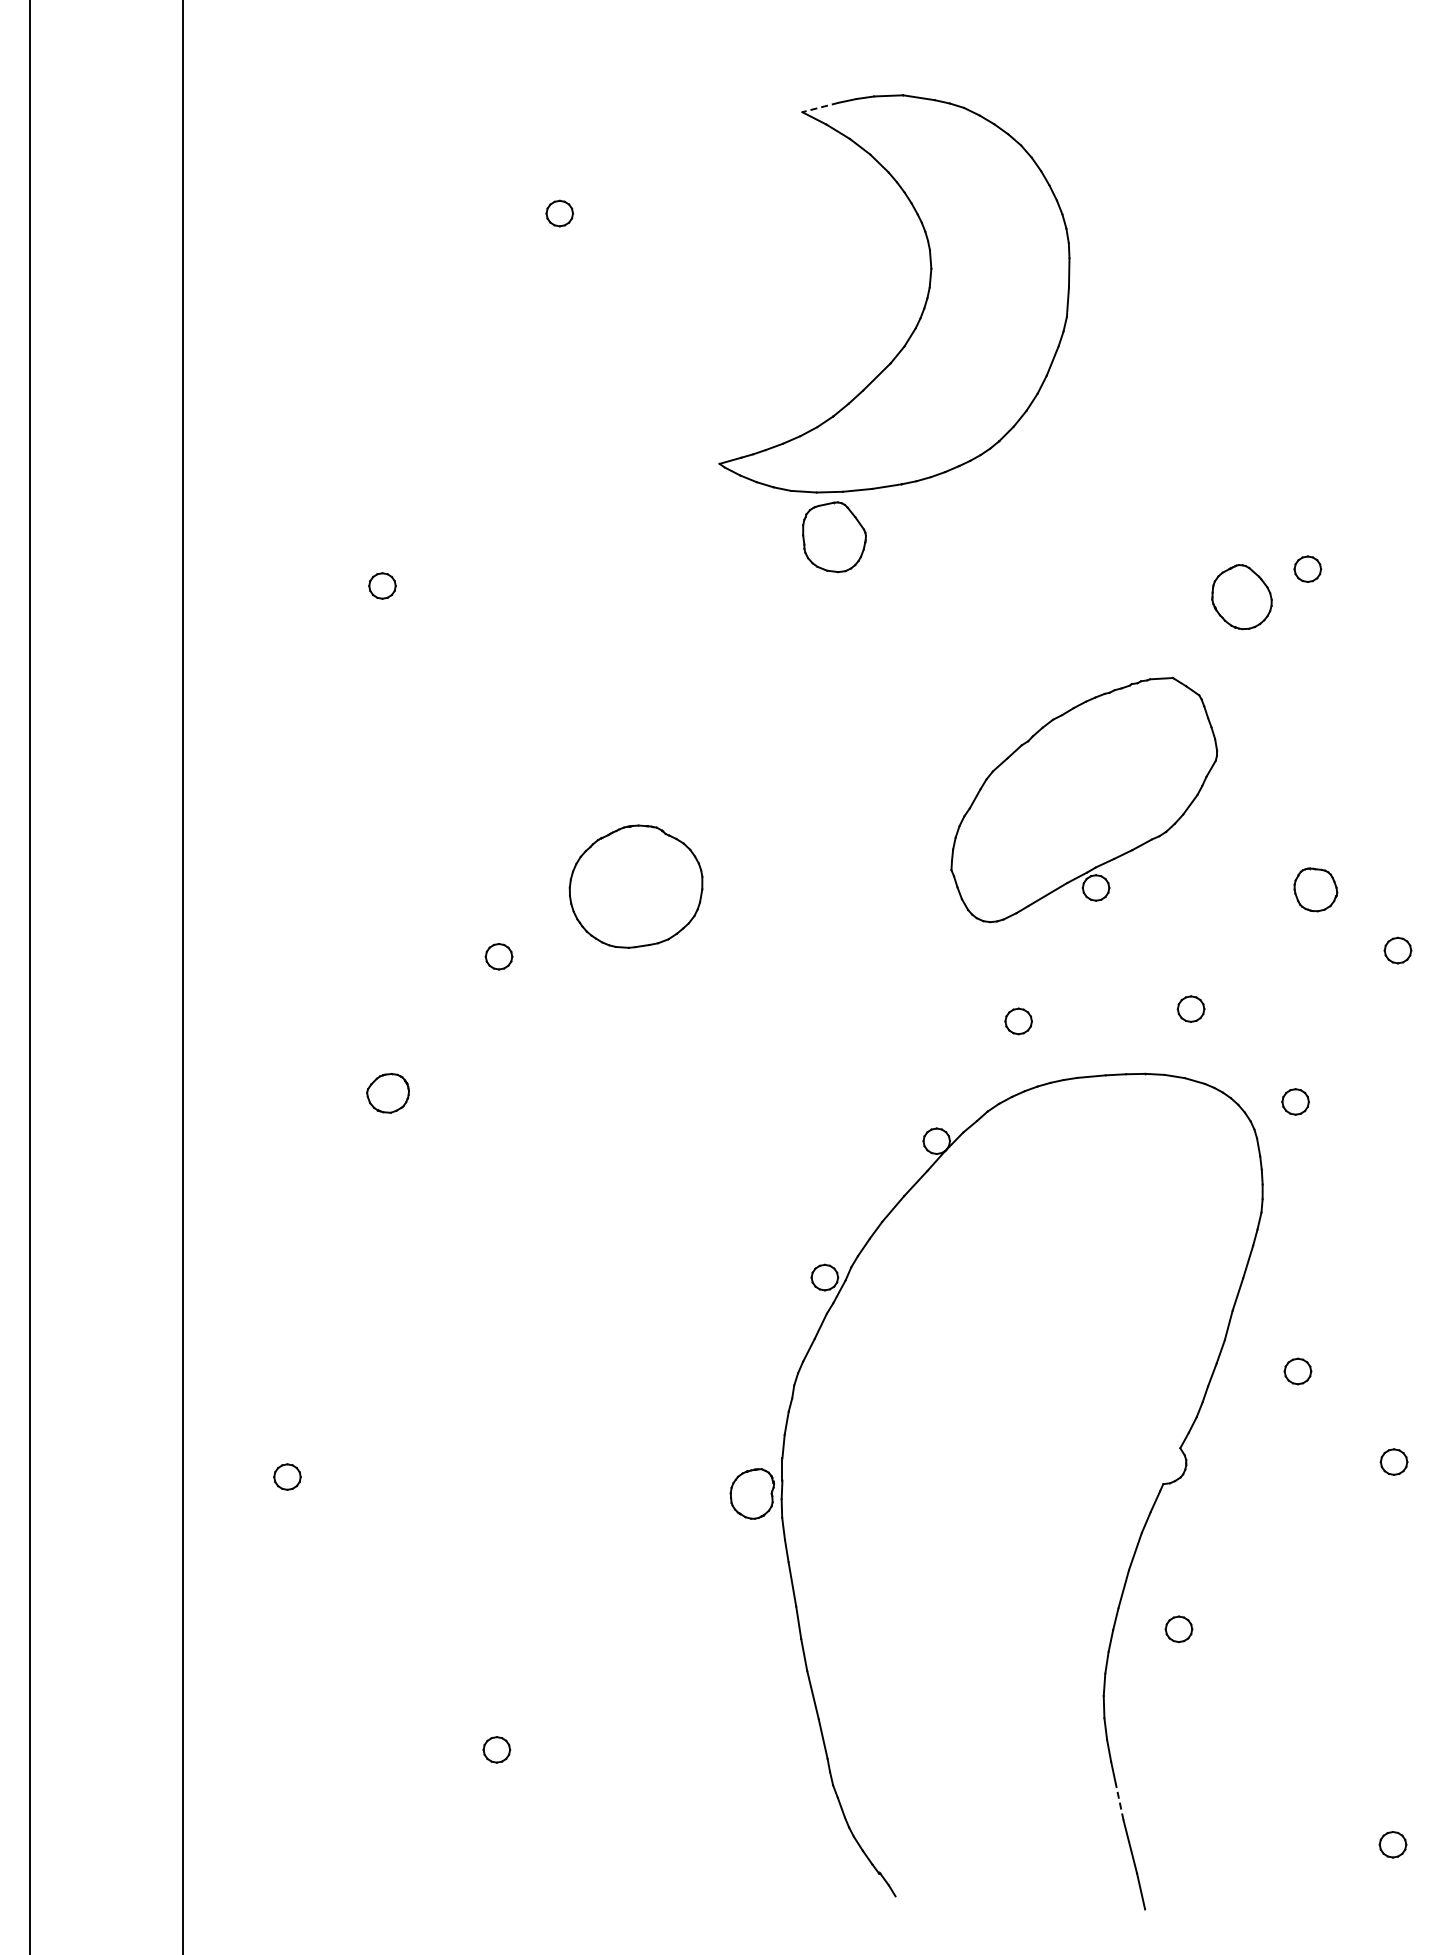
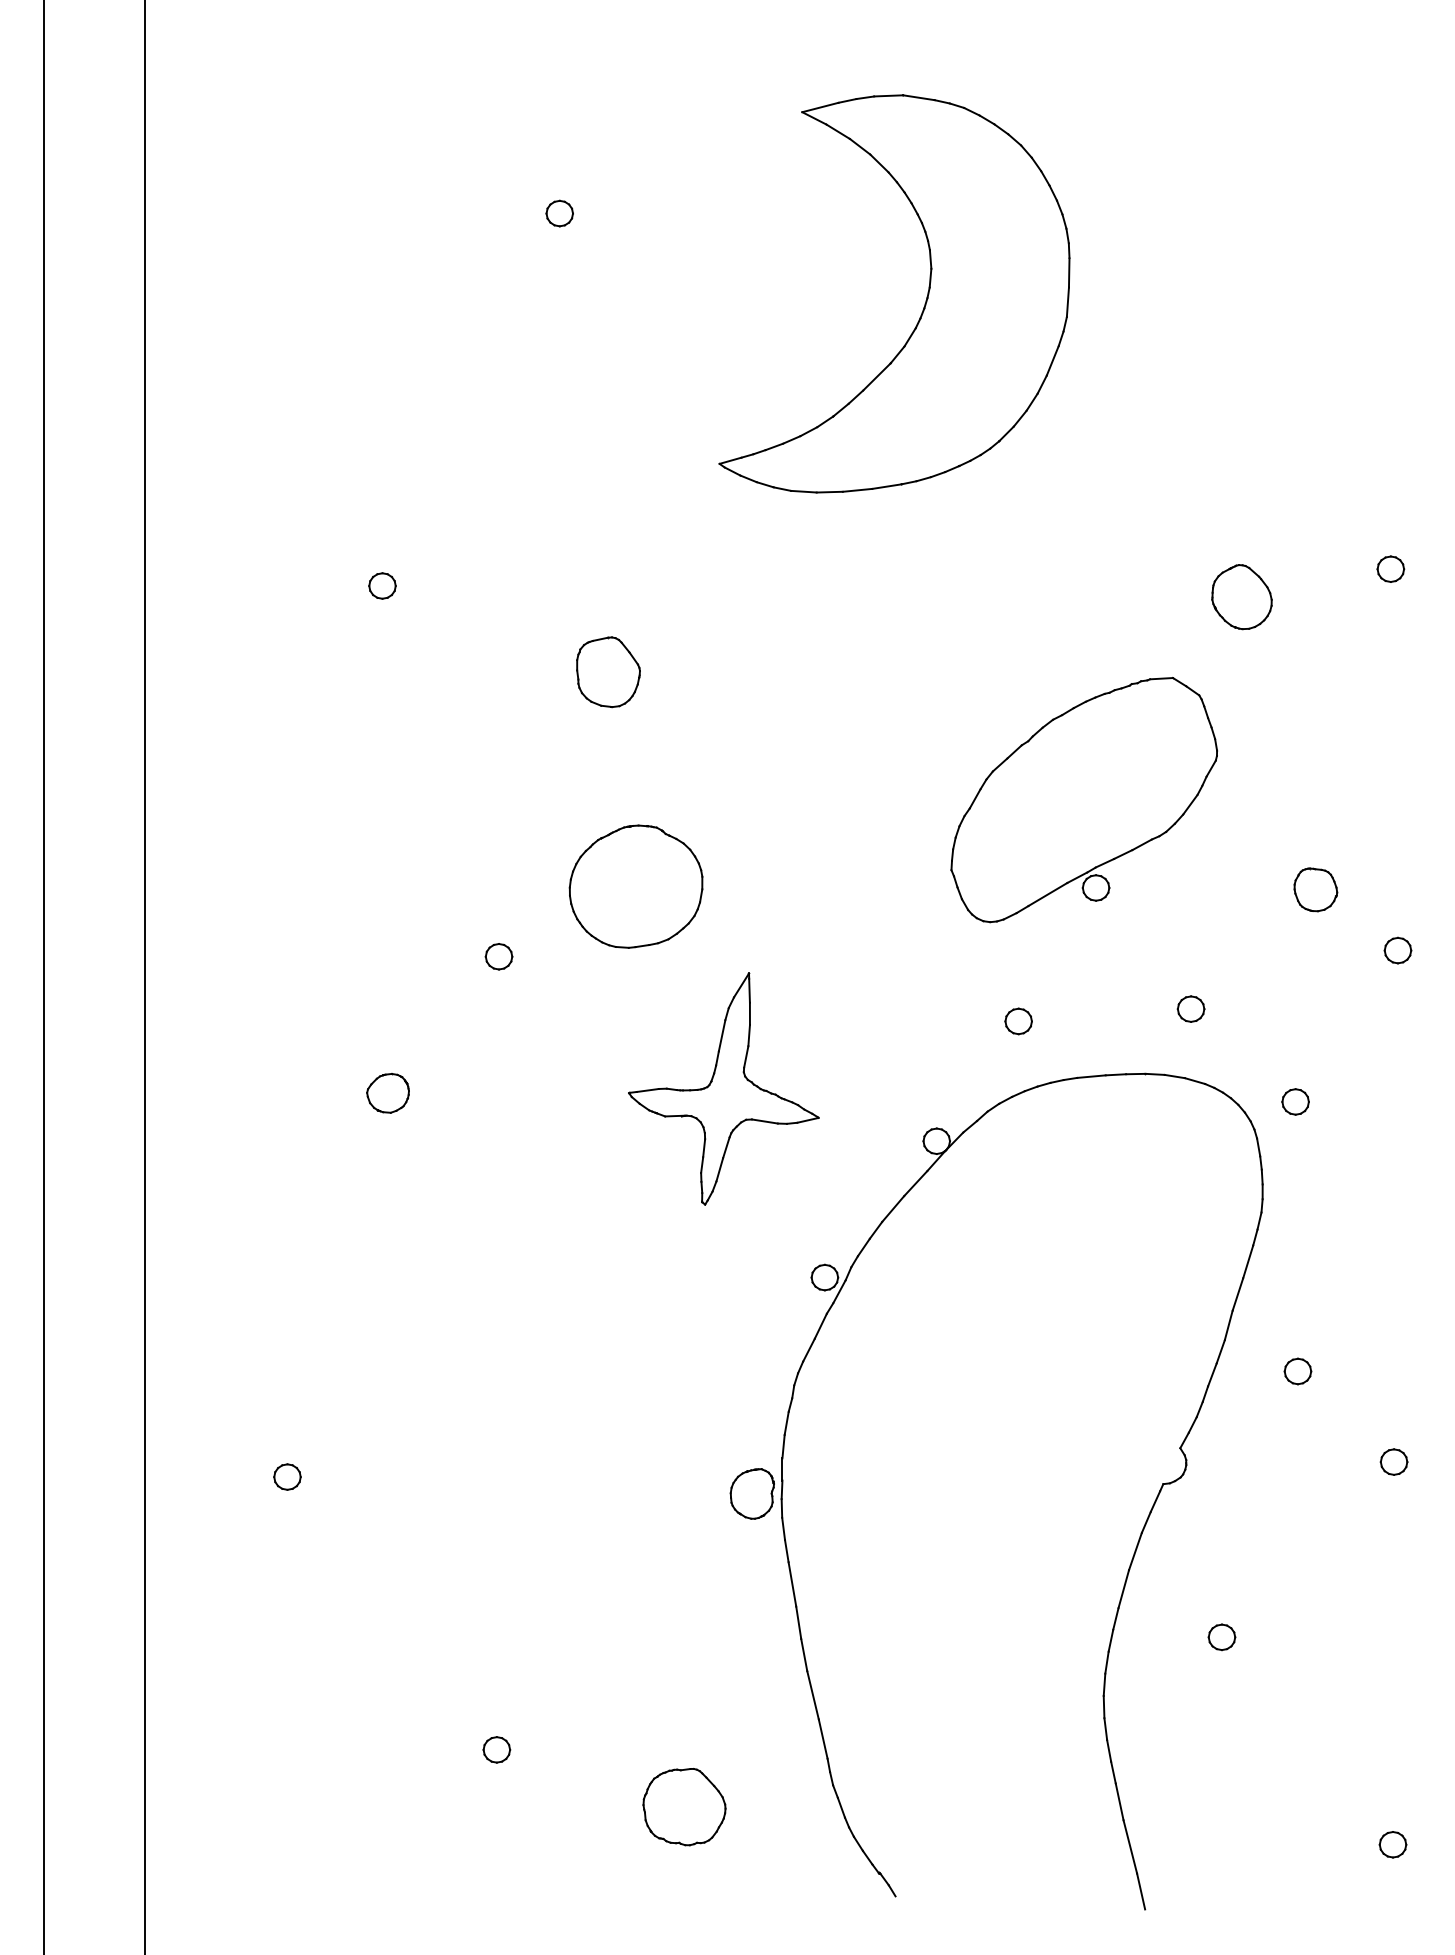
line at (820, 107): dashed -> solid
part at (834, 537) position: (834, 537) -> (608, 672)
part at (1307, 568) position: (1307, 568) -> (1390, 568)
line at (29, 976) position: (29, 976) -> (43, 976)
line at (183, 976) position: (183, 976) -> (145, 976)
part at (723, 1088): none -> present
part at (1178, 1629) position: (1178, 1629) -> (1221, 1637)
line at (1119, 1801): dashed -> solid
part at (684, 1807): none -> present
